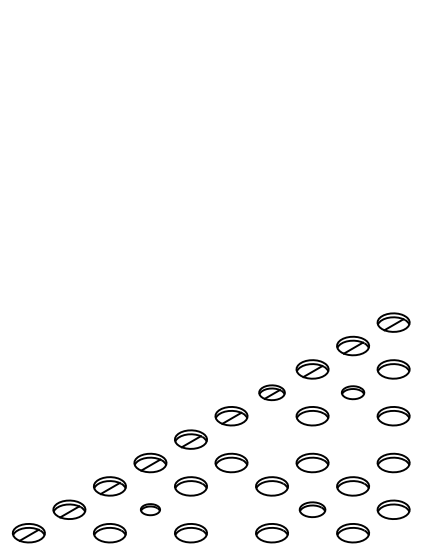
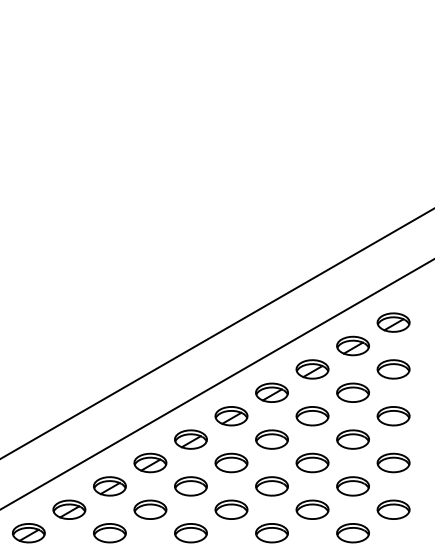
line at (216, 333): none -> present
line at (216, 384): none -> present
part at (271, 392) size: 28x18 px -> 34x21 px
part at (353, 392) size: 25x16 px -> 34x21 px
part at (271, 439): none -> present
part at (352, 439): none -> present
part at (150, 509) size: 21x14 px -> 35x21 px
part at (231, 509): none -> present
part at (312, 509) size: 29x17 px -> 35x21 px
